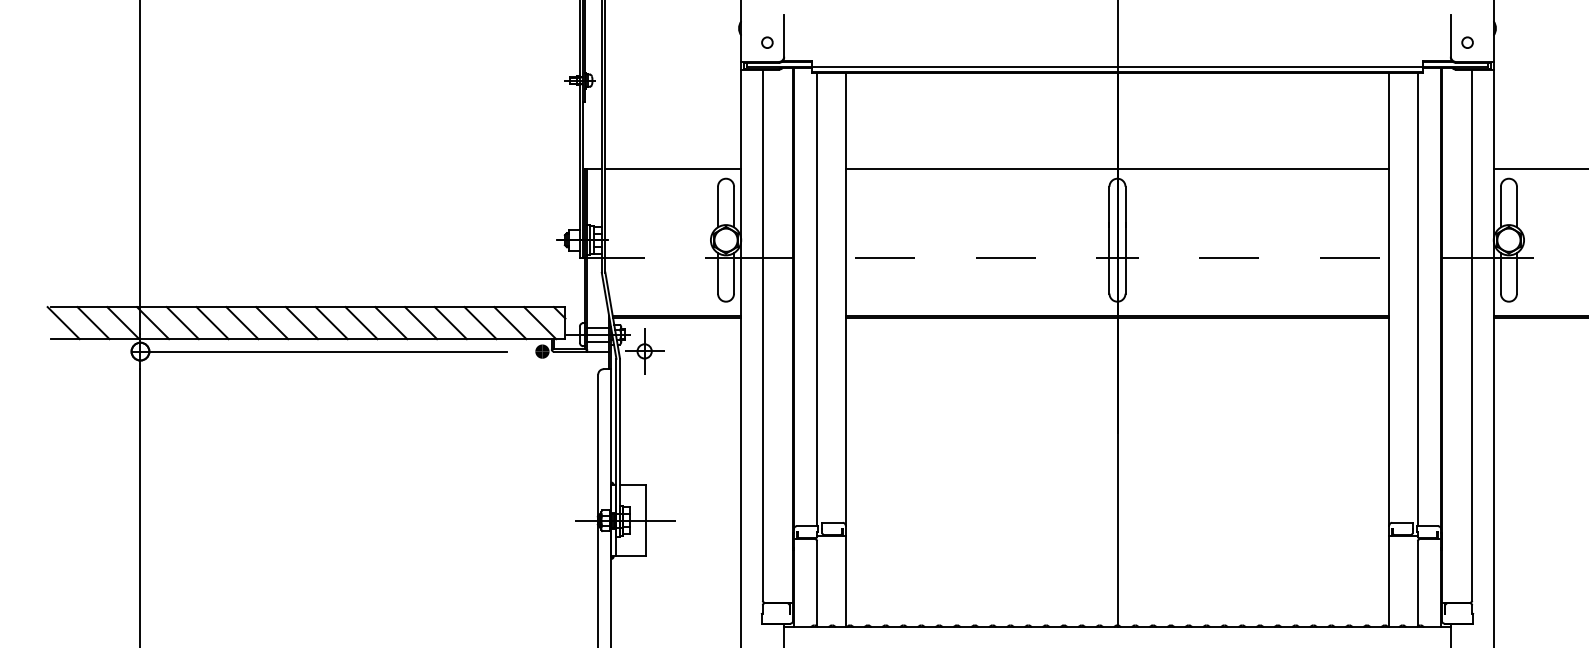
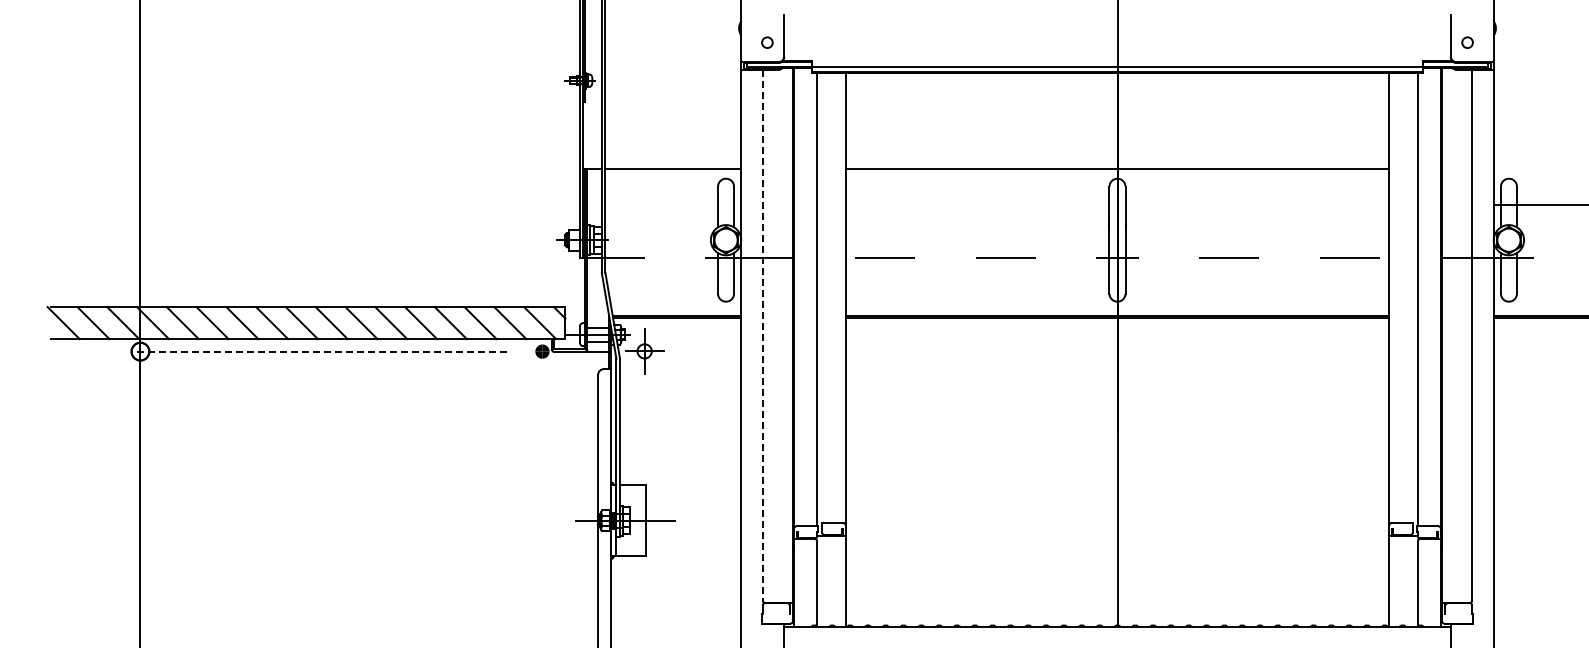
line at (1539, 168) position: (1539, 168) -> (1539, 204)
line at (762, 335): solid -> dashed
line at (319, 351): solid -> dashed
